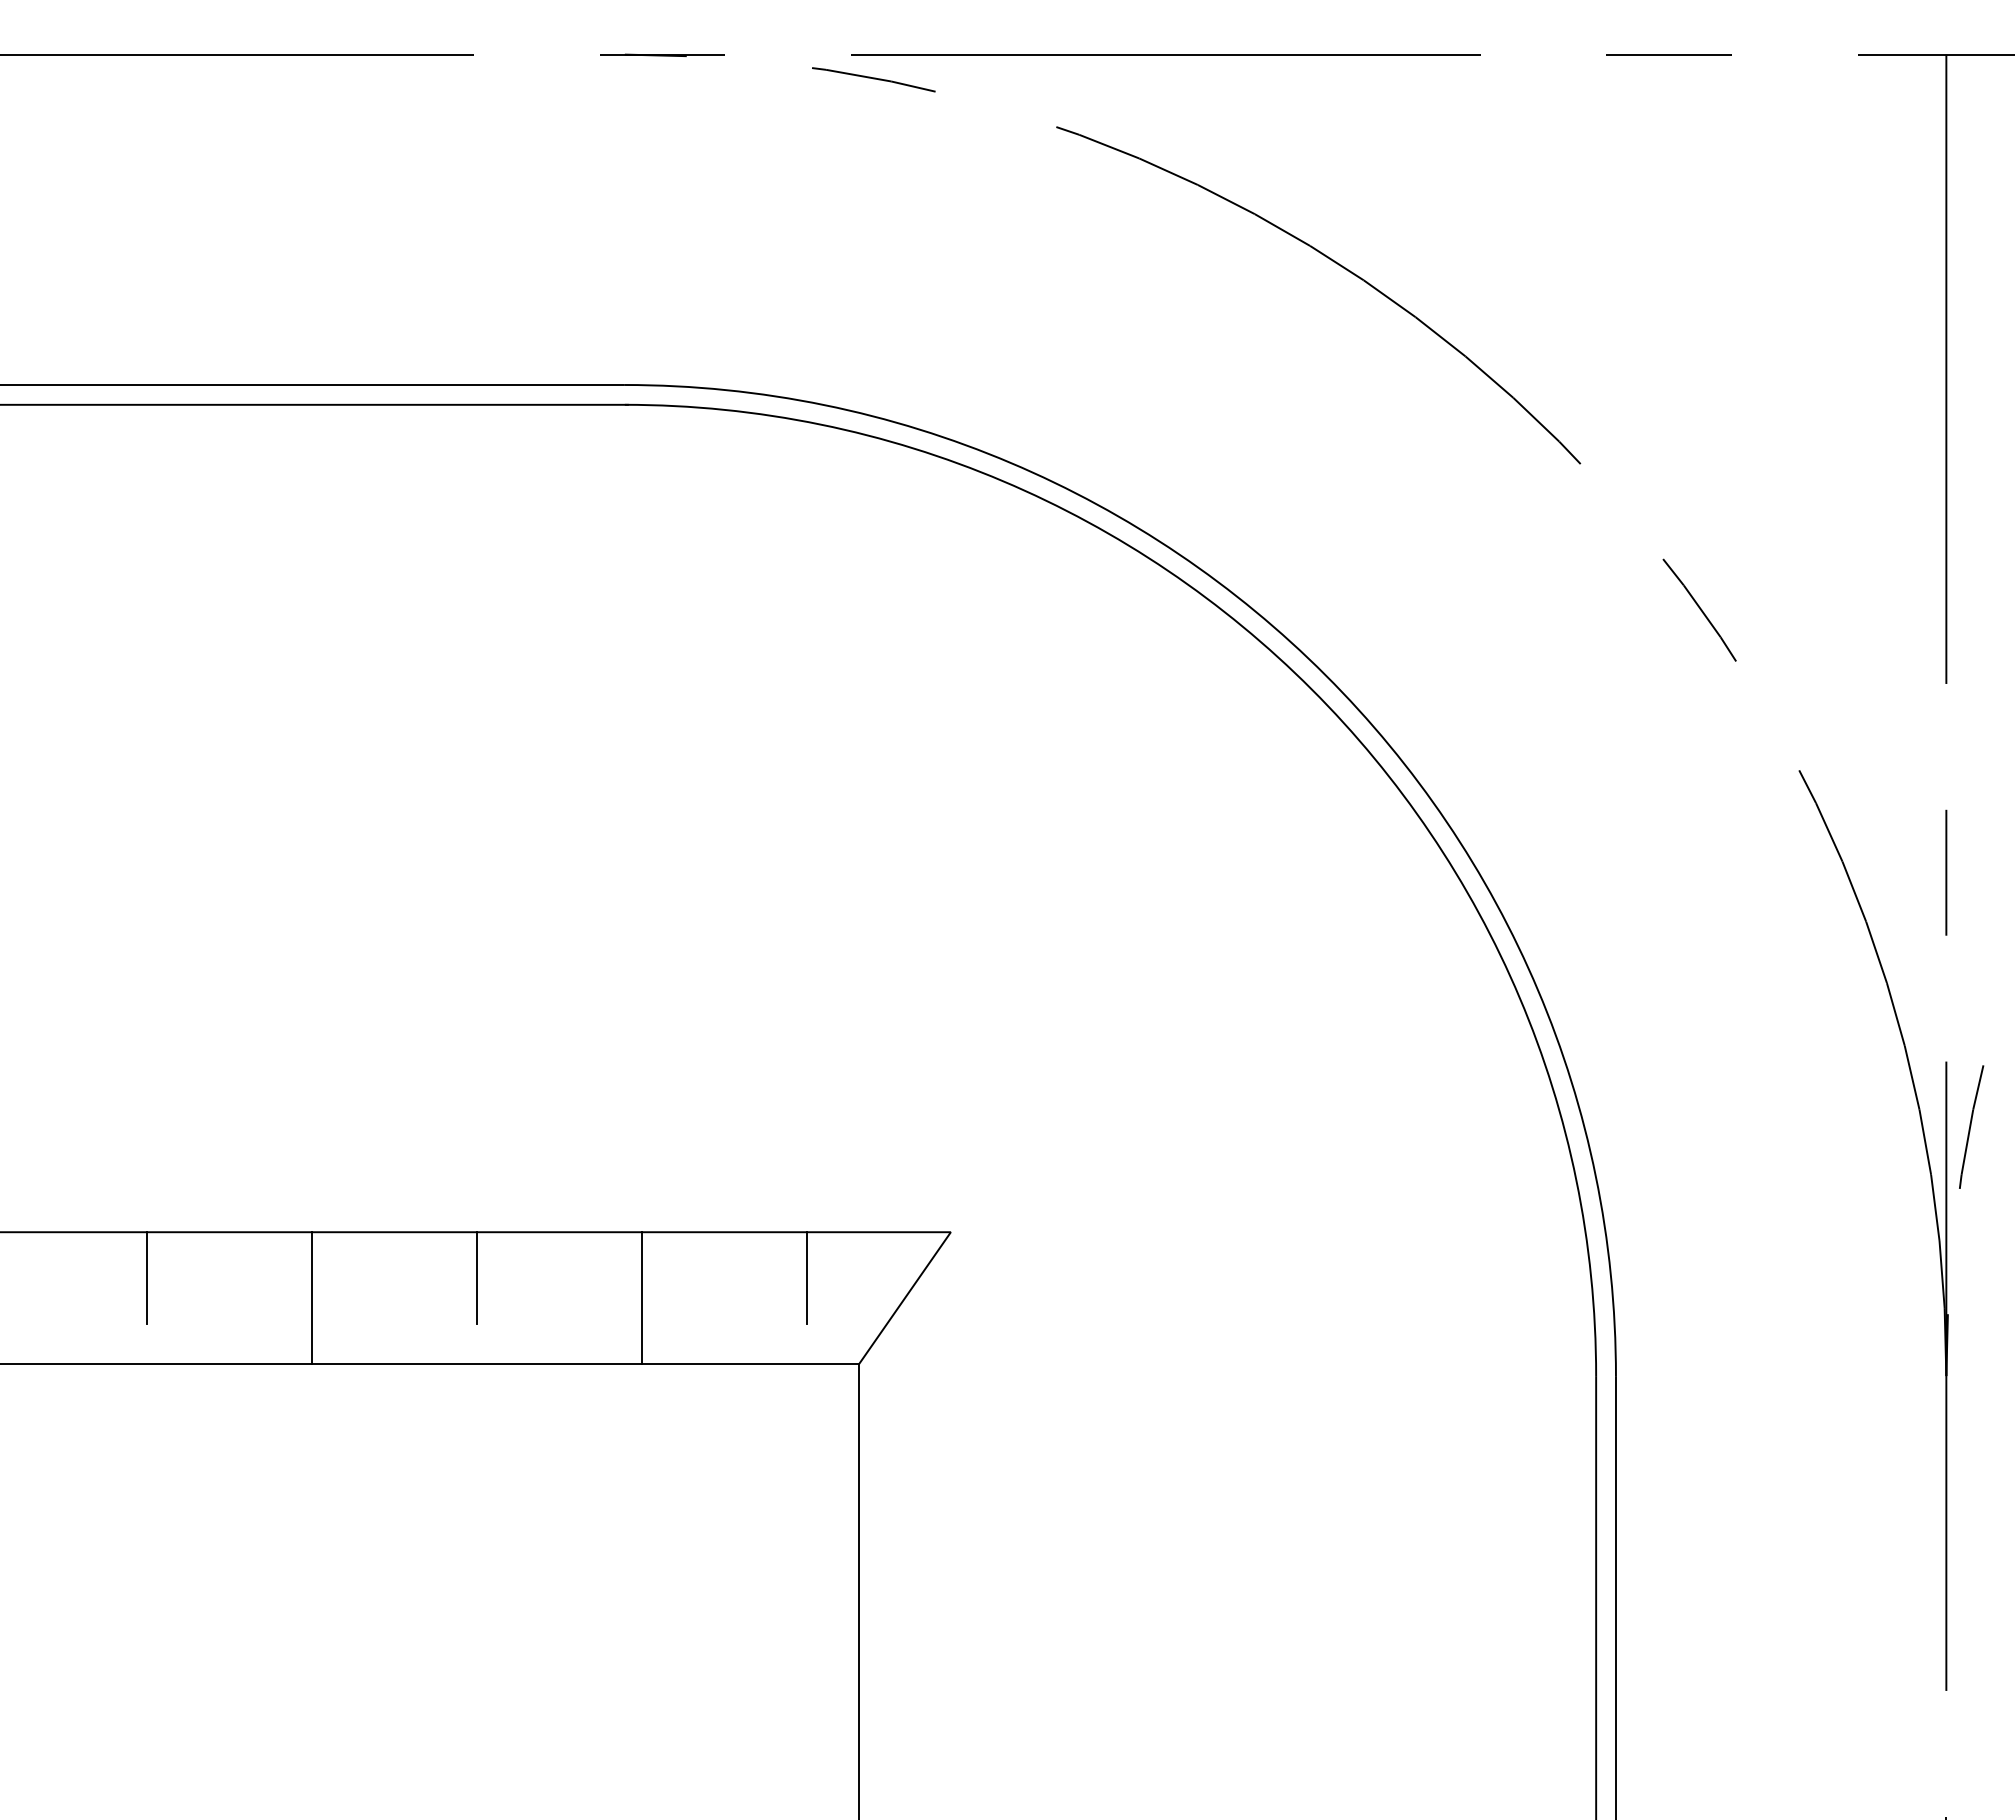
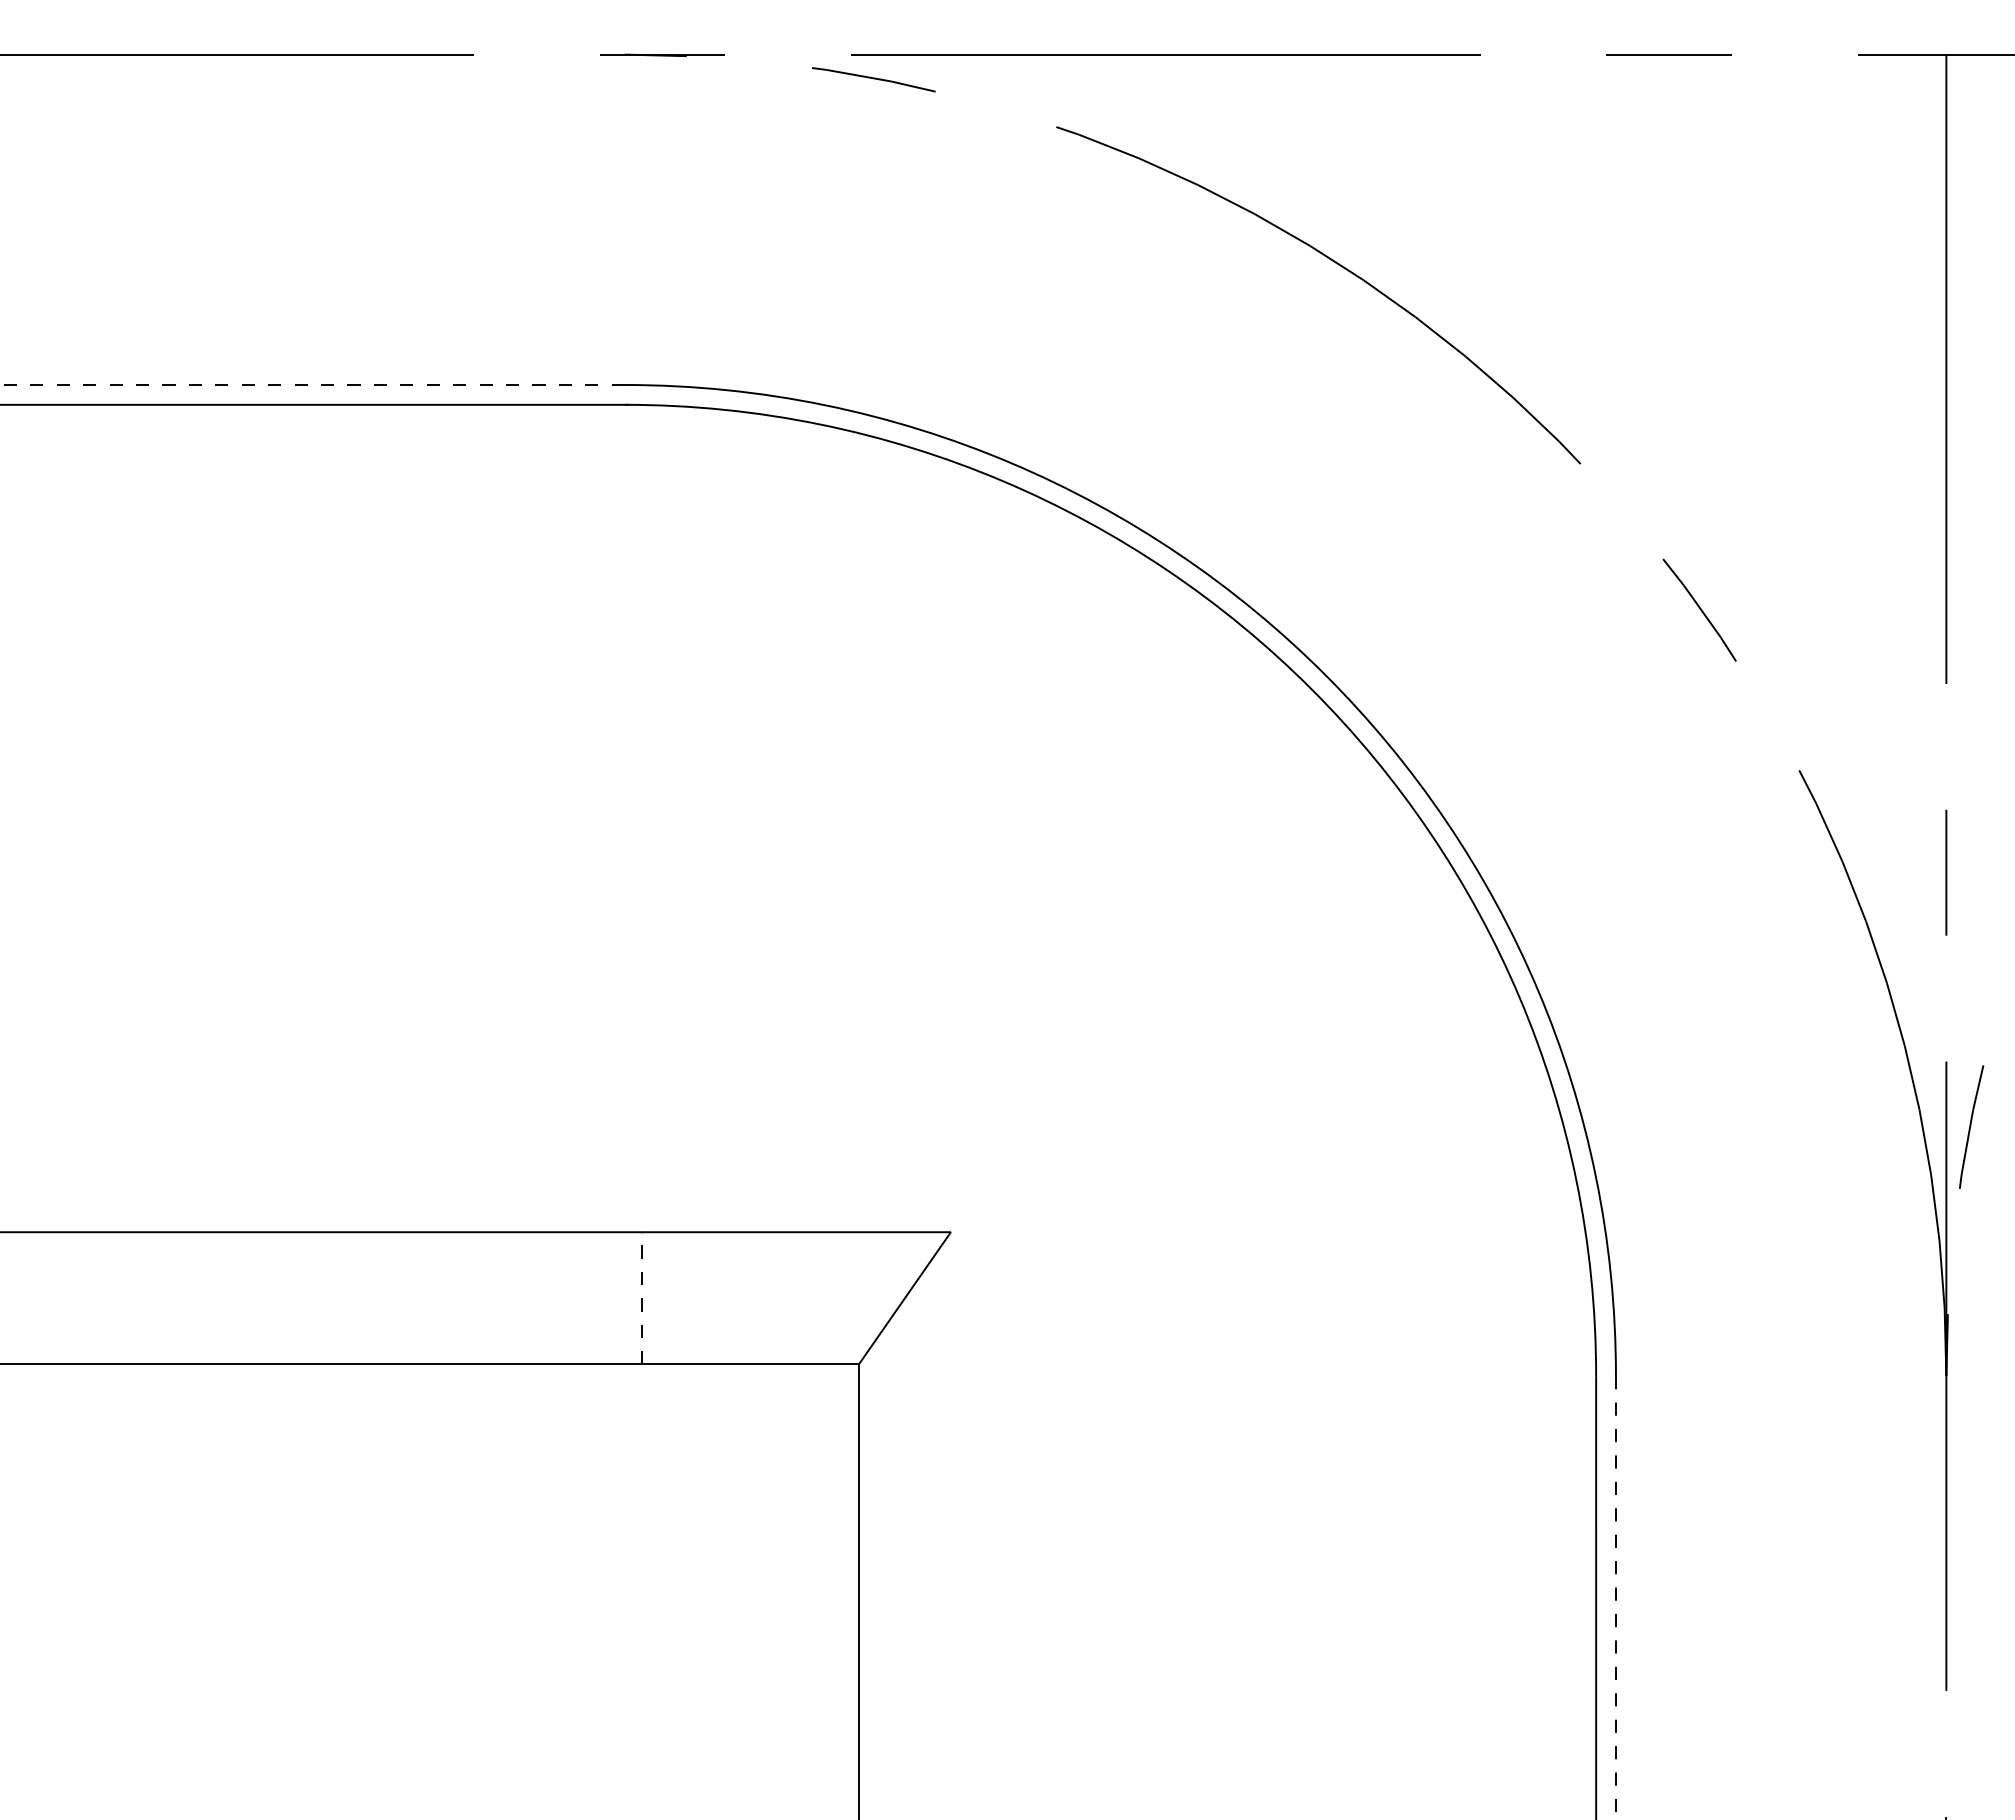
line at (311, 385): solid -> dashed
line at (146, 1277): present -> none
line at (476, 1277): present -> none
line at (807, 1277): present -> none
line at (642, 1297): solid -> dashed
line at (311, 1298): present -> none
line at (1615, 1597): solid -> dashed
